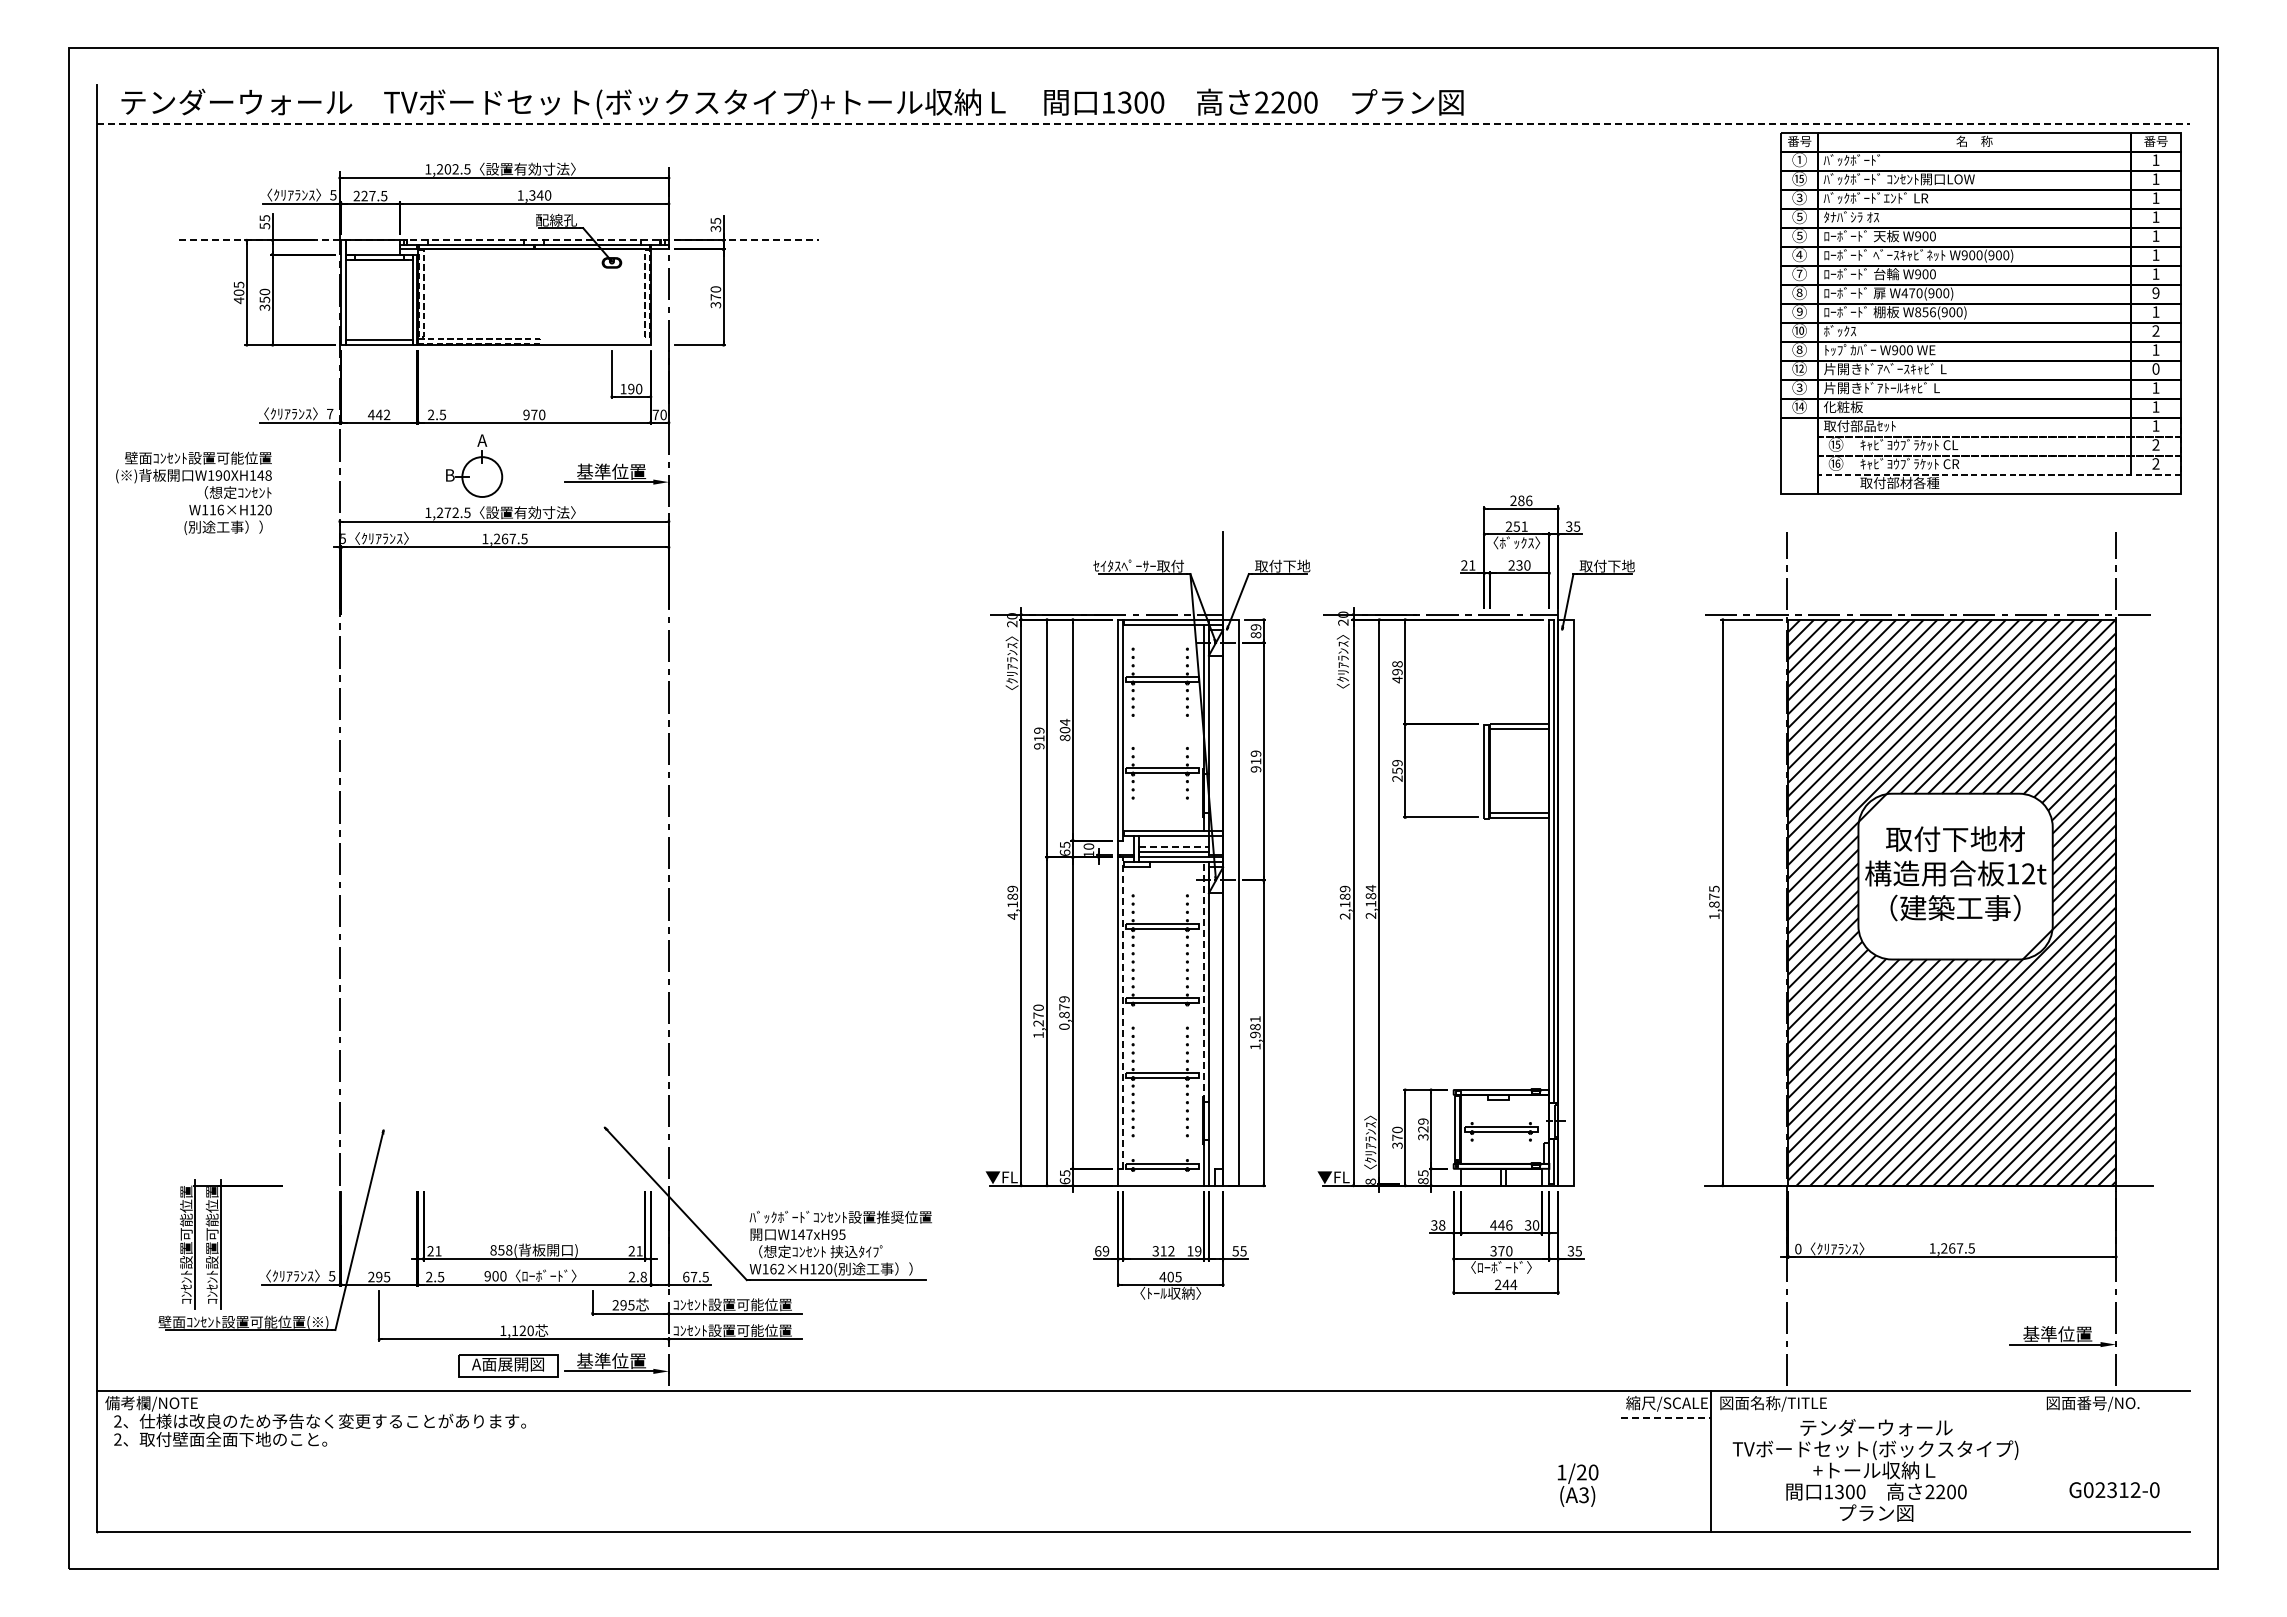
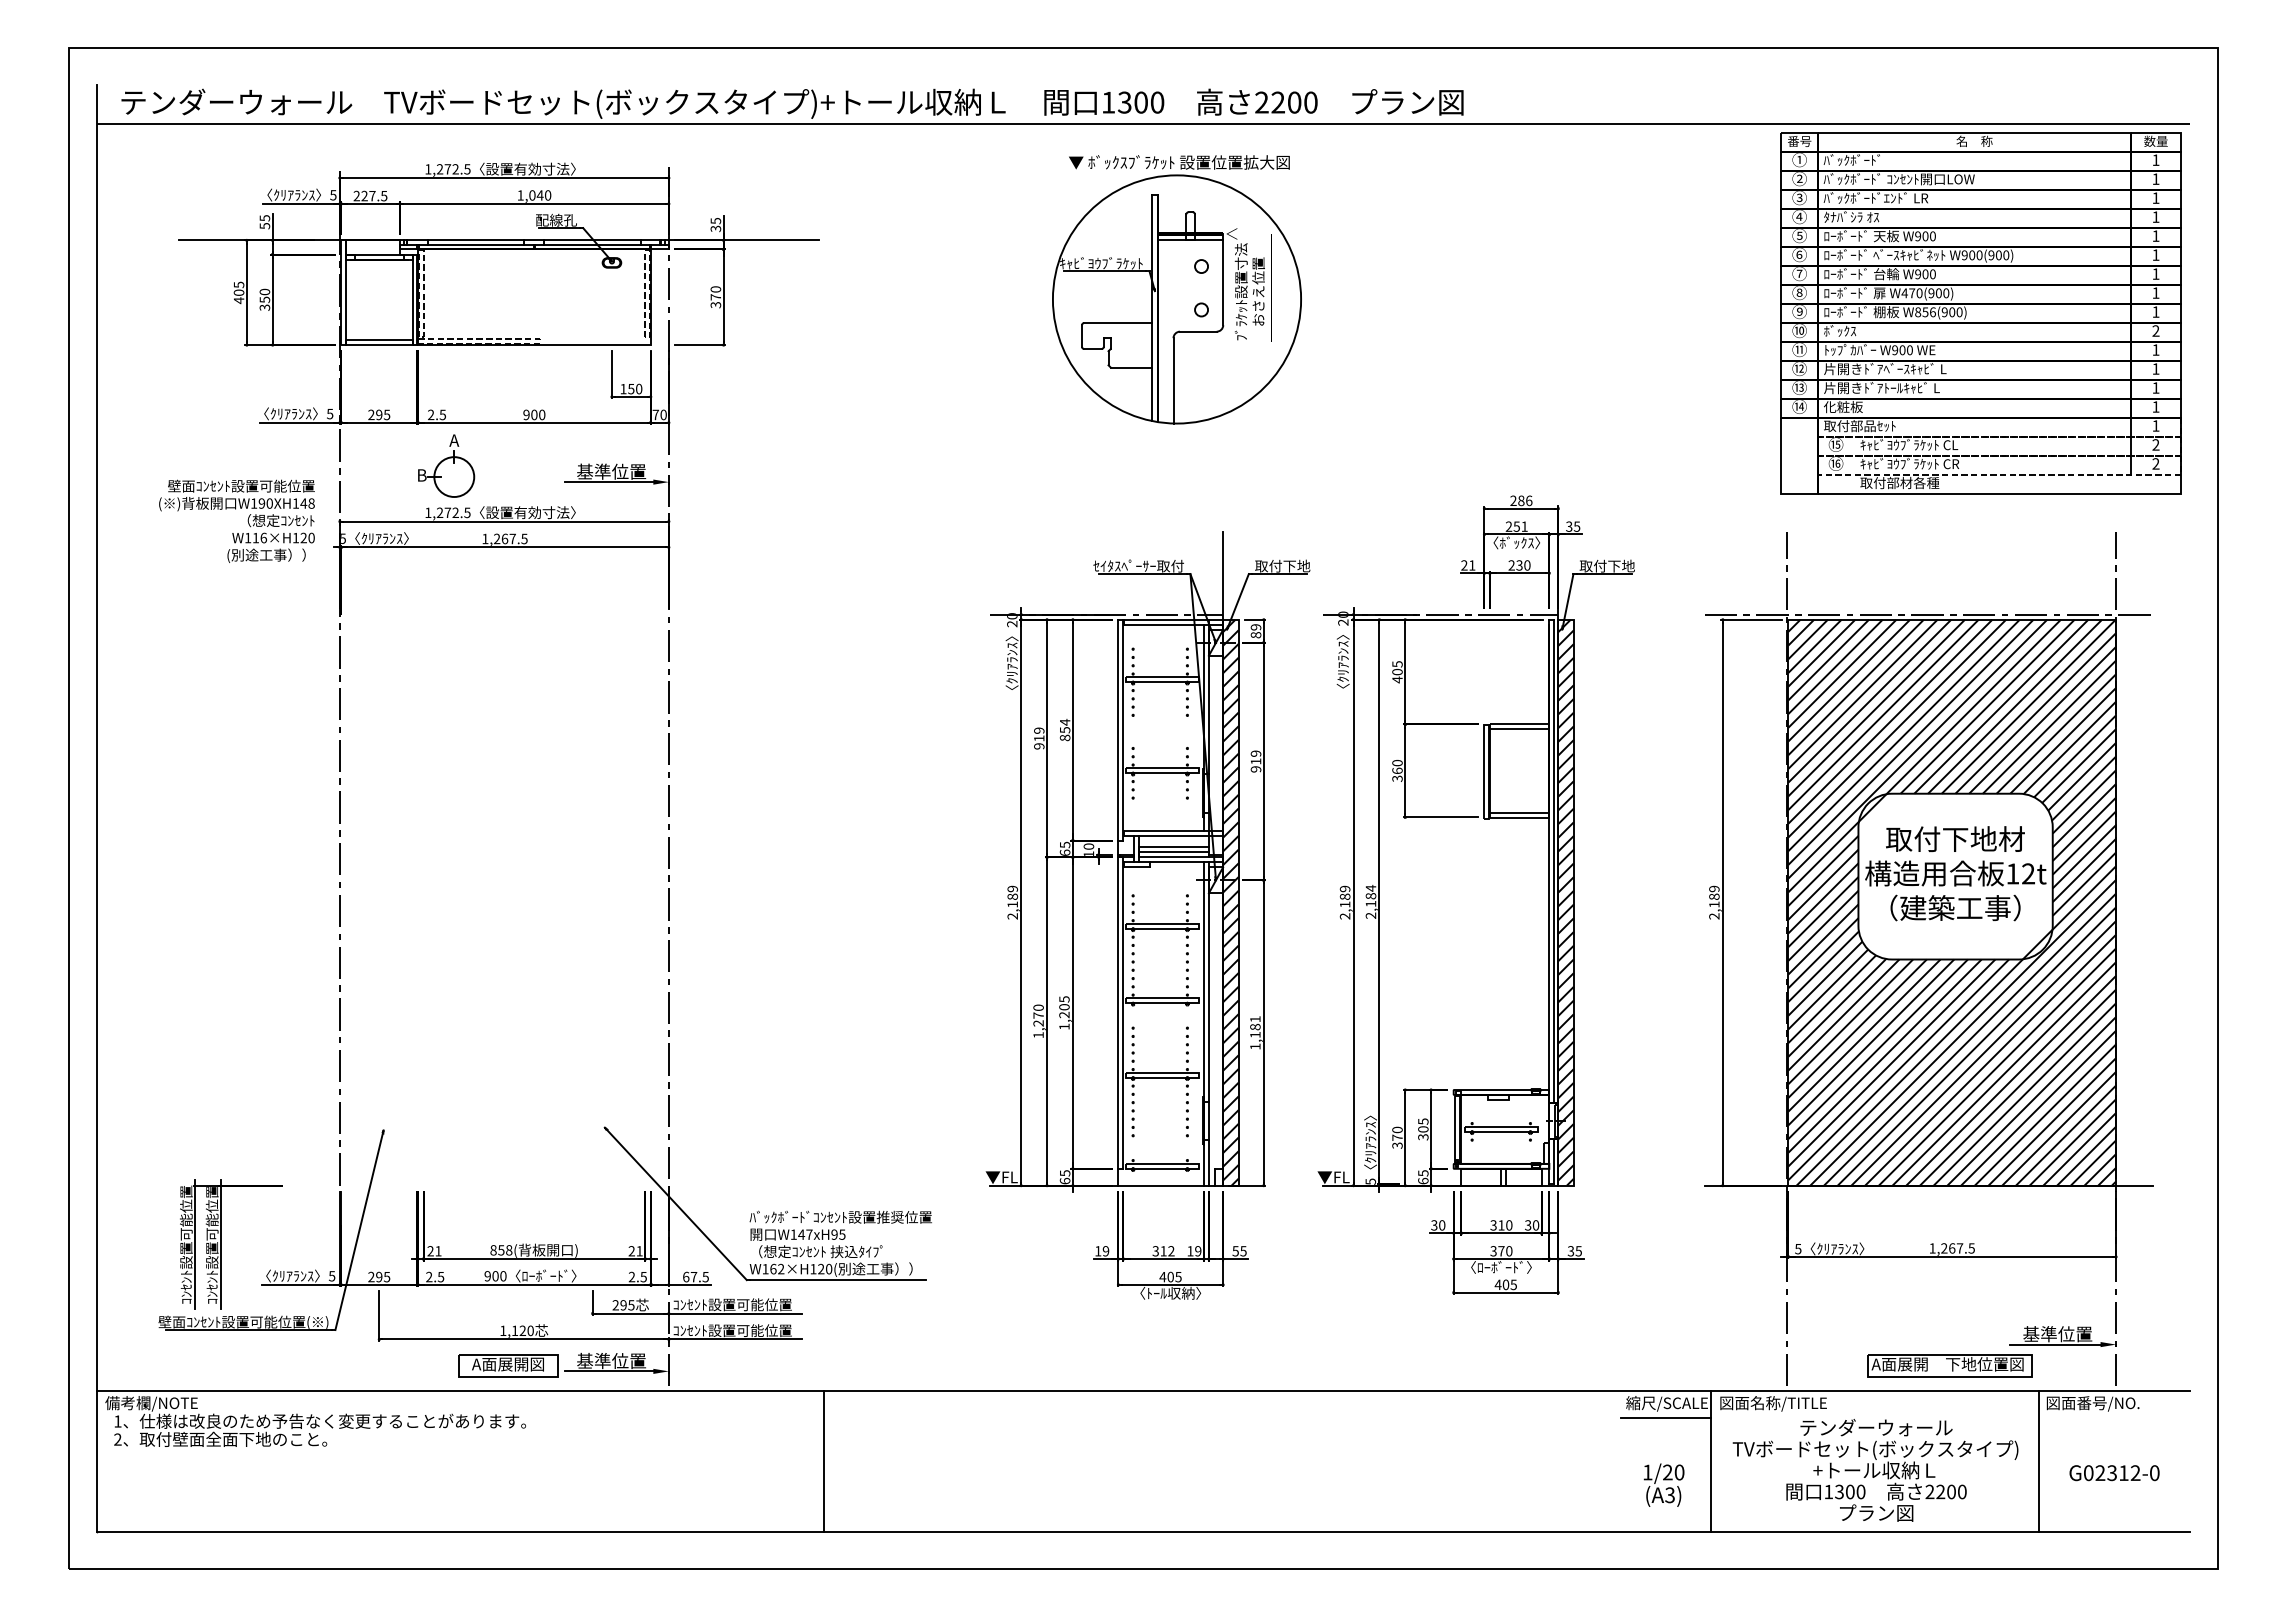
line at (1143, 123): dashed -> solid
text at (2155, 140): 番号 -> 数量
text at (447, 169): 1,202.5 -> 1,272.5
text at (1799, 178): ⑮ -> ②
text at (532, 195): 1,340 -> 1,040
text at (1799, 216): ⑤ -> ④
line at (499, 240): dashed -> solid
text at (1799, 254): ④ -> ⑥
part at (1176, 289): none -> present
text at (2155, 292): 9 -> 1
text at (1798, 349): ⑧ -> ⑪
text at (2155, 368): 0 -> 1
text at (1799, 387): ③ -> ⑬
text at (631, 388): 190 -> 150
text at (330, 414): 7 -> 5
text at (378, 414): 442 -> 295
text at (534, 414): 970 -> 900
part at (474, 465) position: (474, 465) -> (446, 465)
text at (193, 492) position: (193, 492) -> (236, 520)
text at (1397, 668): 498 -> 405
text at (1064, 730): 804 -> 854
text at (1397, 770): 259 -> 360
line at (1174, 847): dashed -> solid
hatch at (1230, 902): none -> present
hatch at (1565, 902): none -> present
text at (1714, 902): 1,875 -> 2,189
text at (1012, 916): 4,189 -> 2,189
line at (1204, 982): dashed -> solid
text at (1064, 1012): 0,879 -> 1,205
line at (1123, 1013): dashed -> solid
text at (1255, 1034): 1,981 -> 1,181
text at (1423, 1125): 329 -> 305
text at (1370, 1181): 8 -> 5
text at (1423, 1181): 85 -> 65
text at (1442, 1225): 38 -> 30
text at (1501, 1225): 446 -> 310
text at (1798, 1248): 0 -> 5
text at (1098, 1251): 69 -> 19
text at (643, 1276): 2.8 -> 2.5
text at (1505, 1284): 244 -> 405
part at (1949, 1365): none -> present
line at (1666, 1418): dashed -> solid
text at (117, 1421): 2 -> 1
line at (823, 1461): none -> present
line at (2038, 1461): none -> present
text at (1577, 1484) position: (1577, 1484) -> (1663, 1484)
text at (2114, 1490) position: (2114, 1490) -> (2114, 1473)
